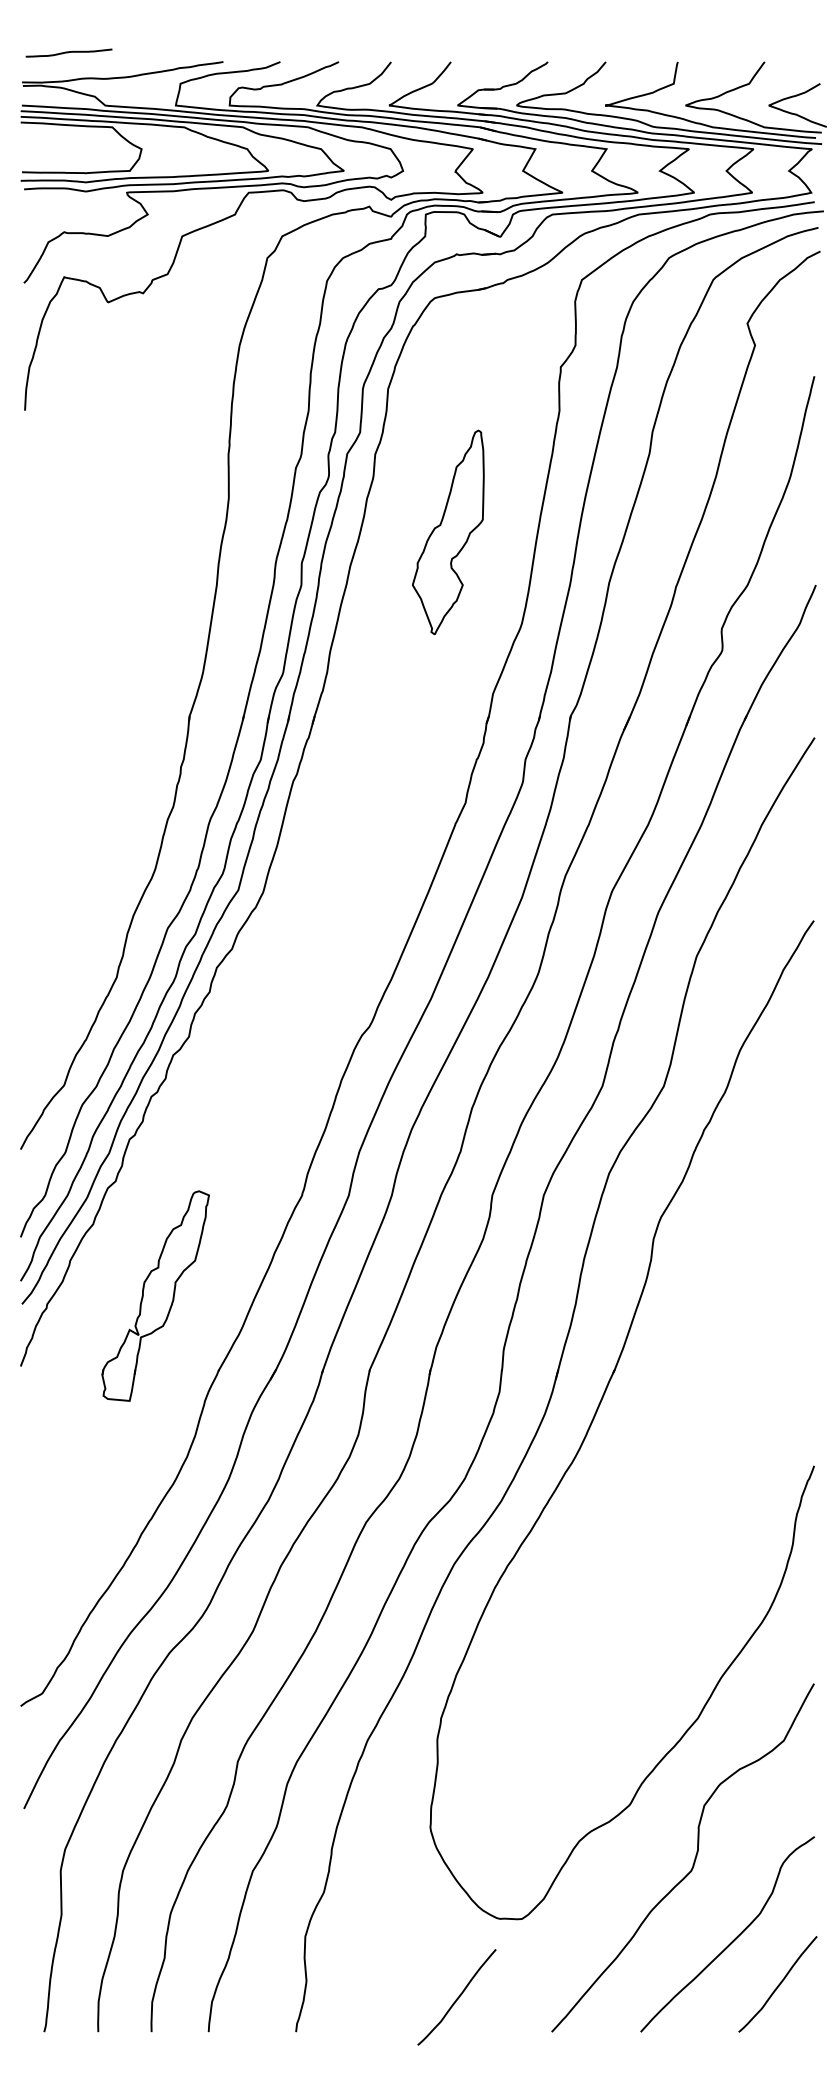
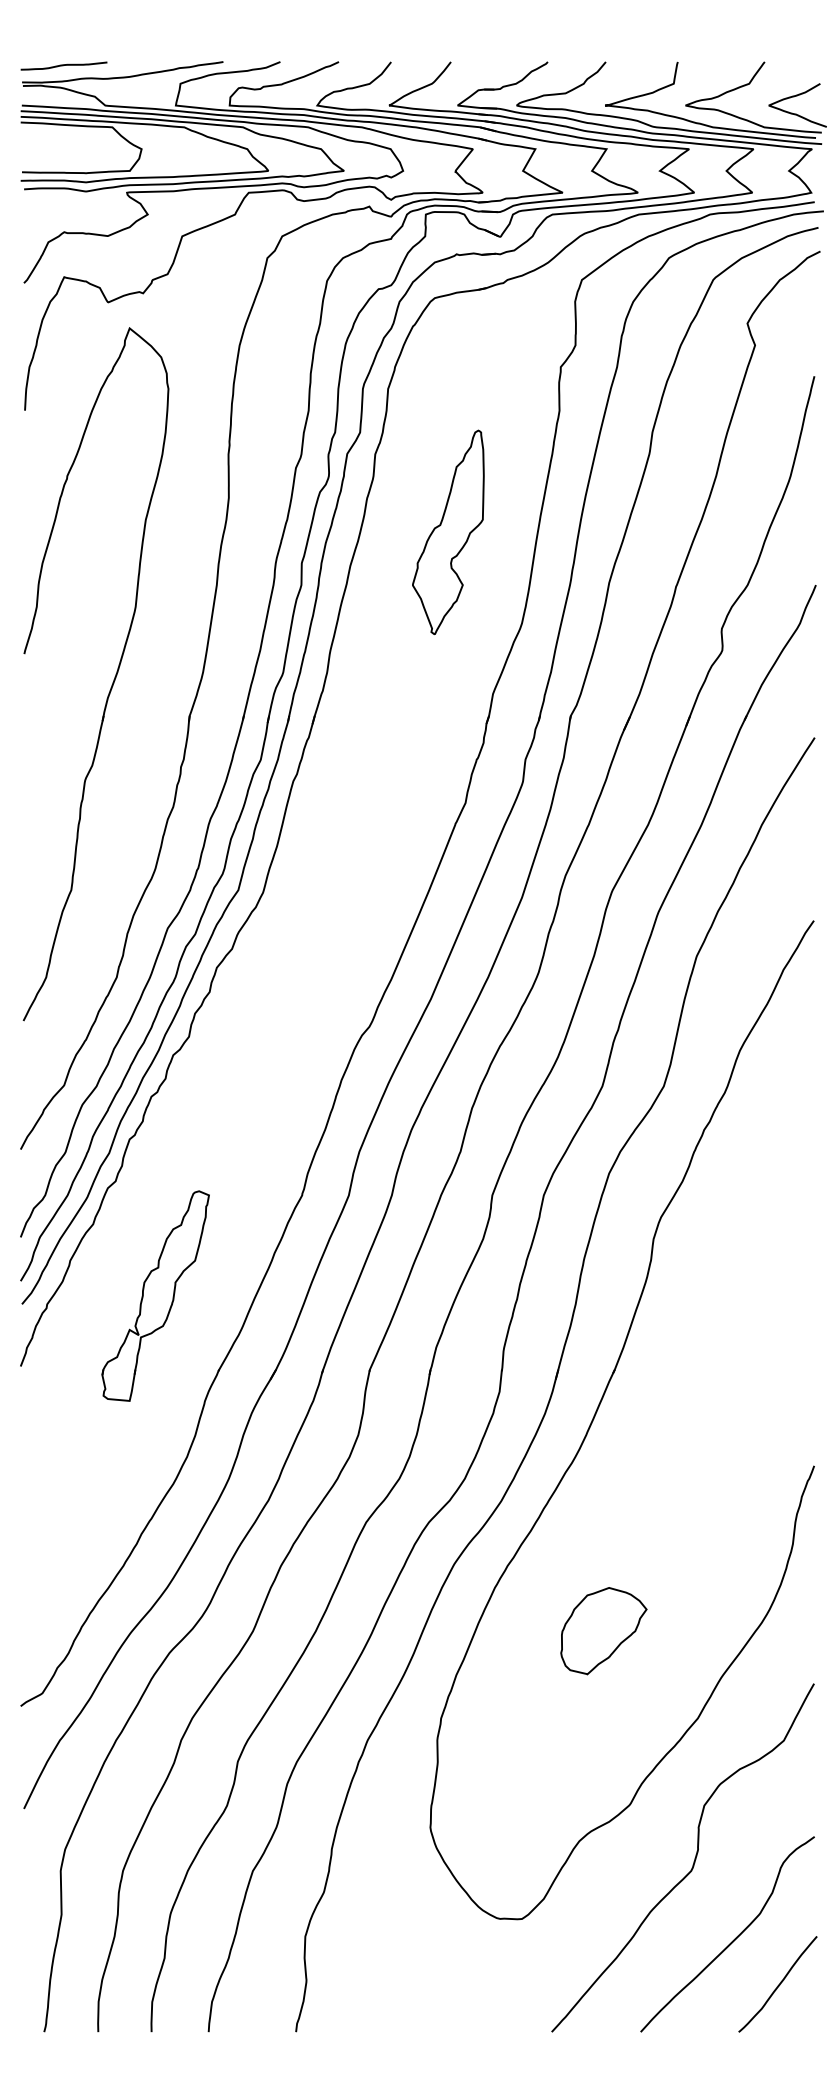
curve at (68, 52) position: (68, 52) -> (63, 65)
part at (113, 679): none -> present
part at (603, 1631): none -> present
curve at (457, 1997): present -> none
